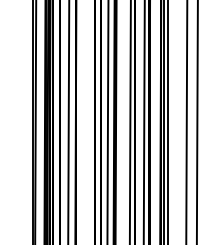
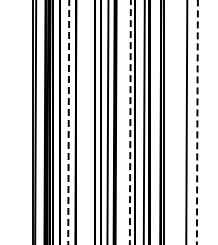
line at (168, 121): present -> none
line at (68, 122): solid -> dashed
line at (130, 122): solid -> dashed
line at (197, 122): solid -> dashed
